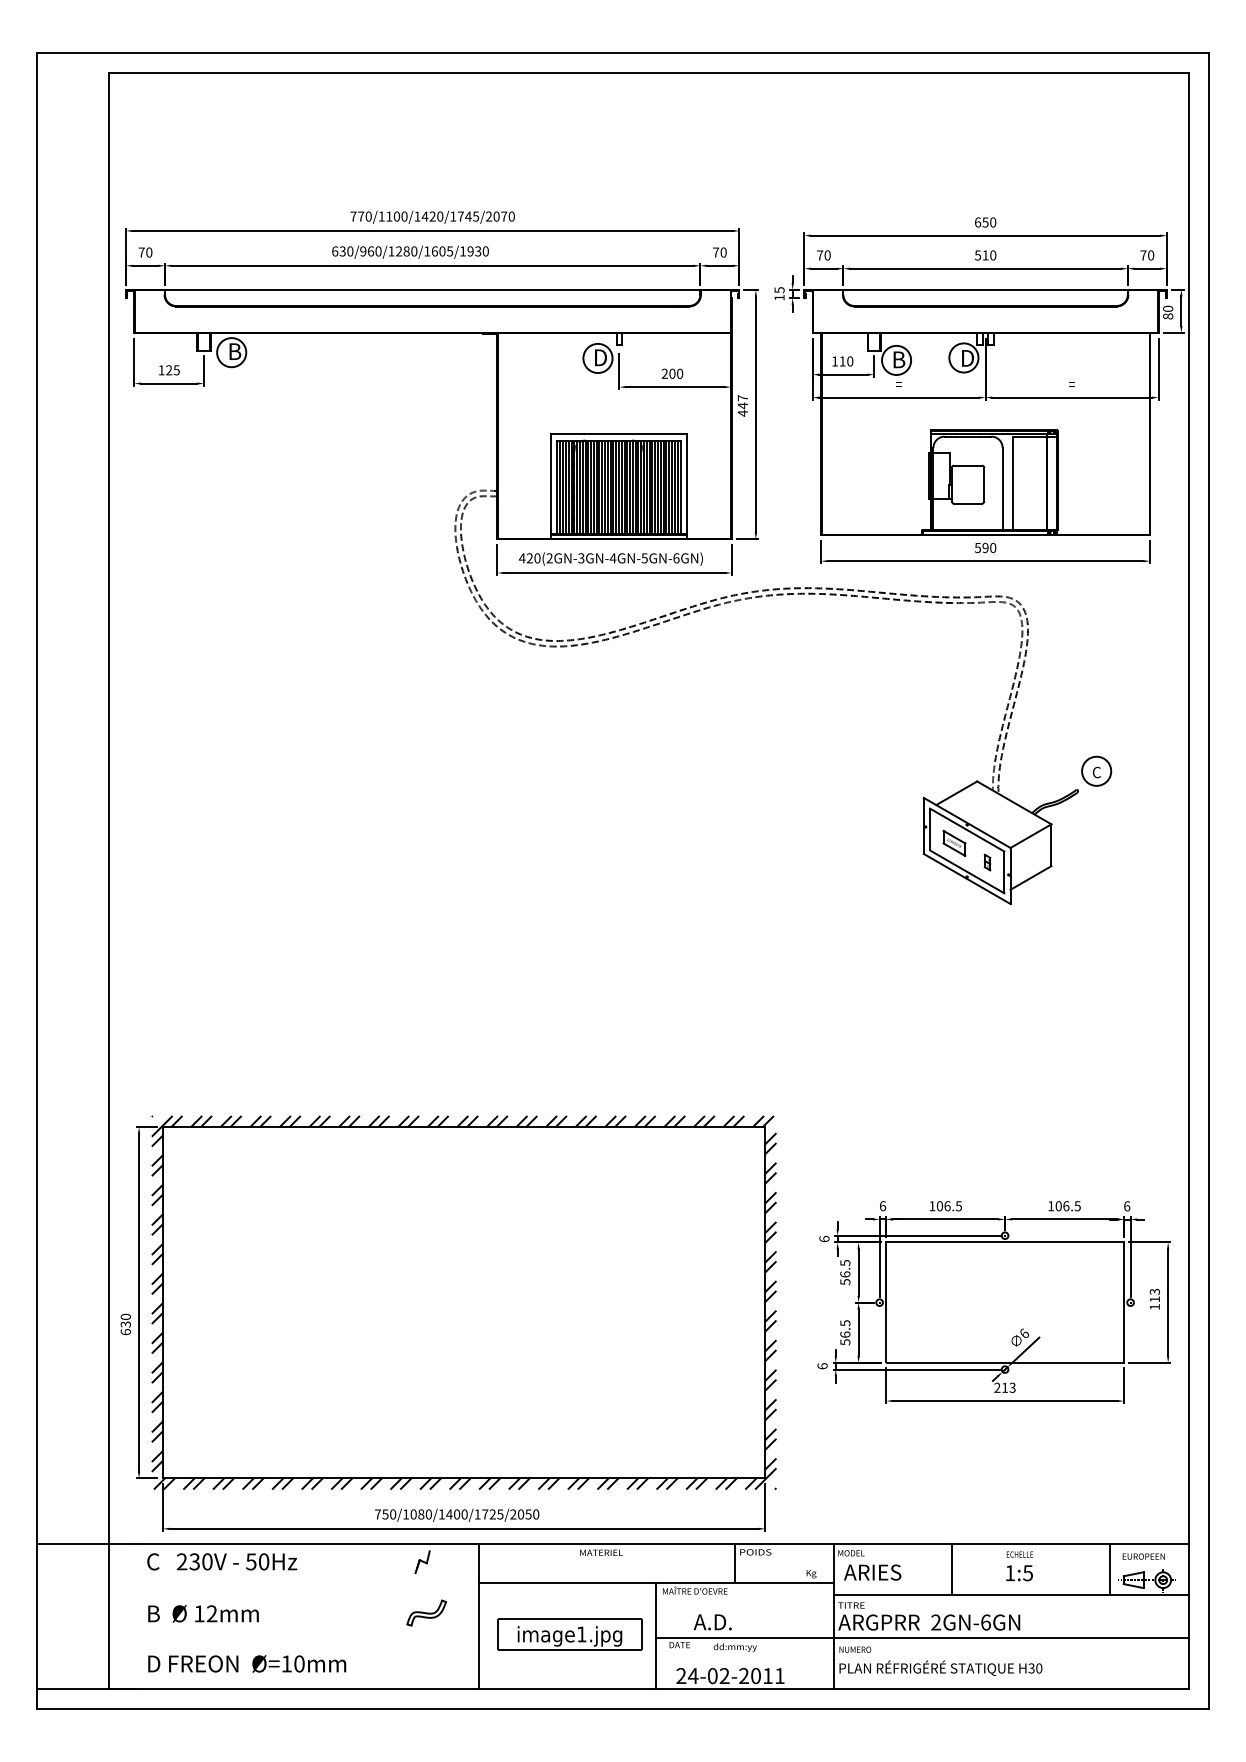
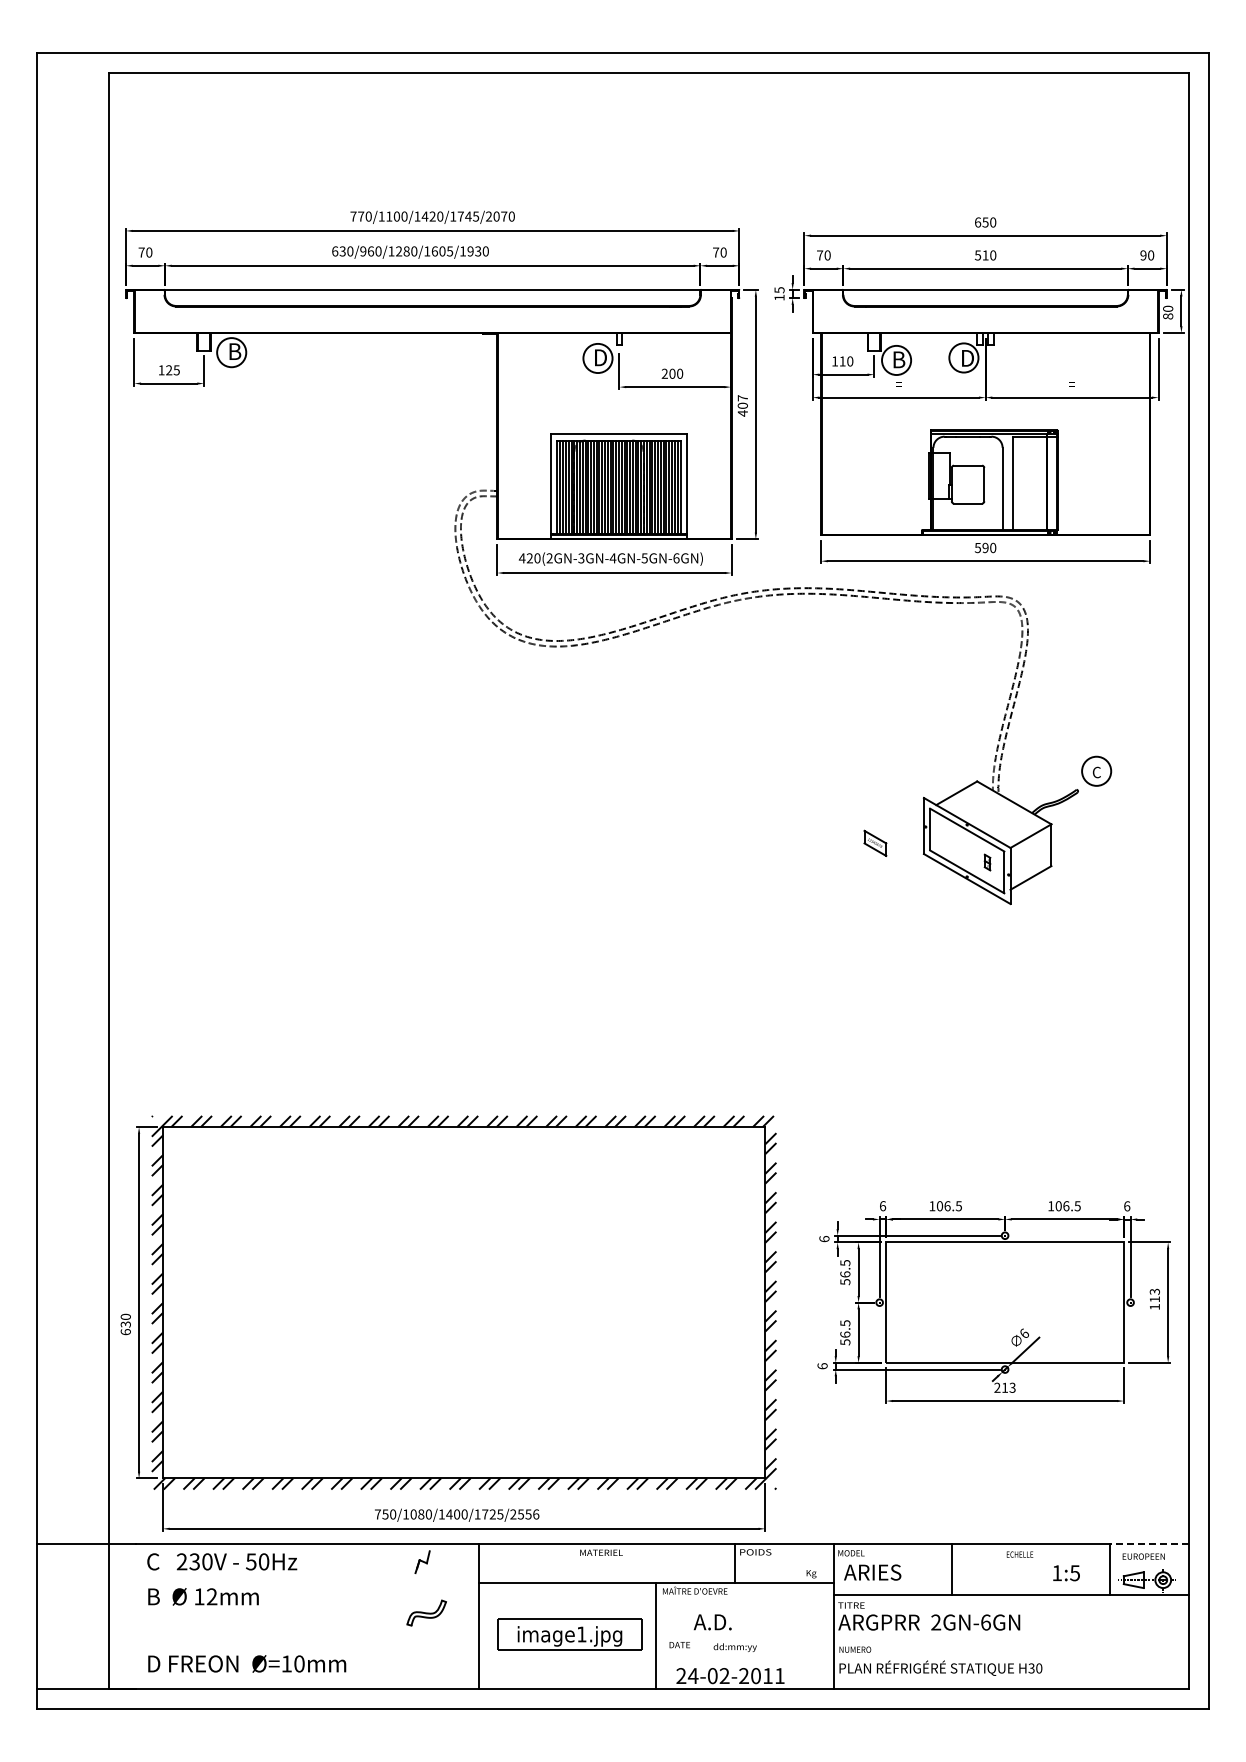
text at (1143, 255): 70 -> 90
text at (742, 405): 447 -> 407
part at (954, 842) position: (954, 842) -> (875, 842)
text at (528, 1514): 750/1080/1400/1725/2050 -> 750/1080/1400/1725/2556
line at (1148, 1543): solid -> dashed
text at (1019, 1573) position: (1019, 1573) -> (1066, 1573)
text at (203, 1613) position: (203, 1613) -> (203, 1596)
line at (922, 1638): present -> none
